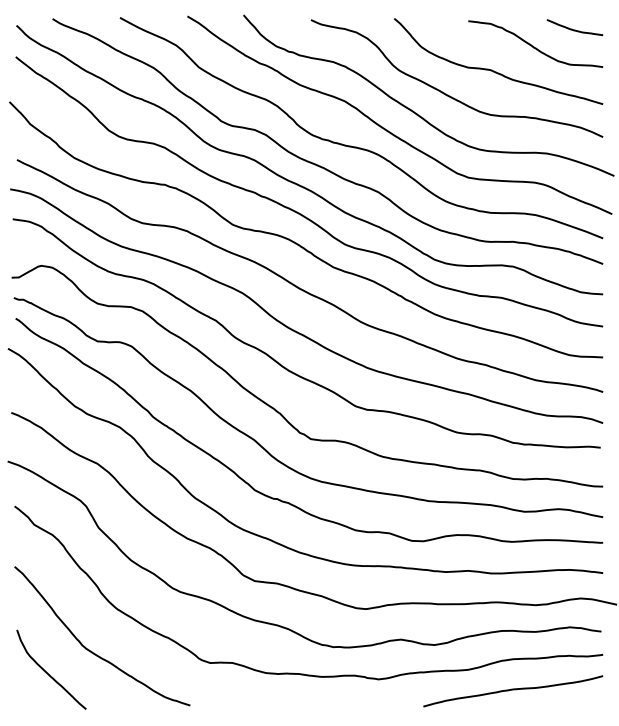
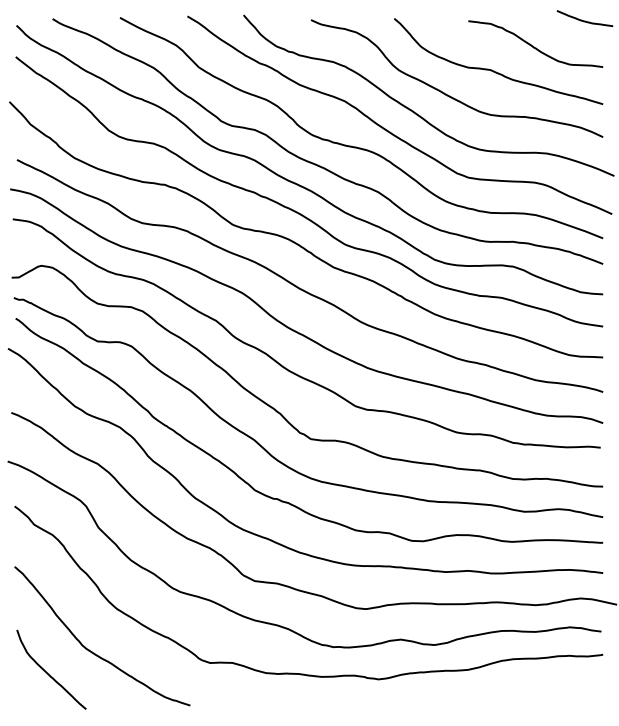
curve at (574, 29) position: (574, 29) -> (584, 20)
curve at (513, 690): present -> none
